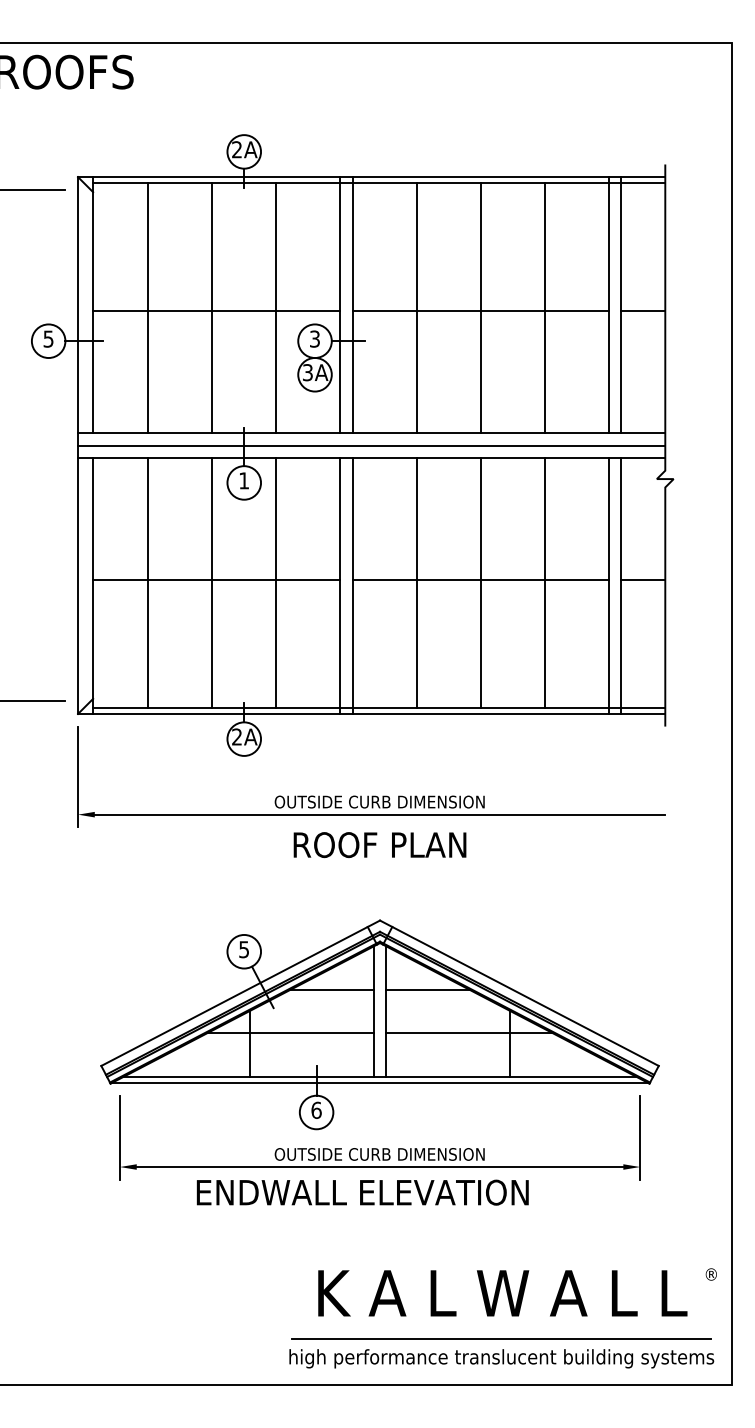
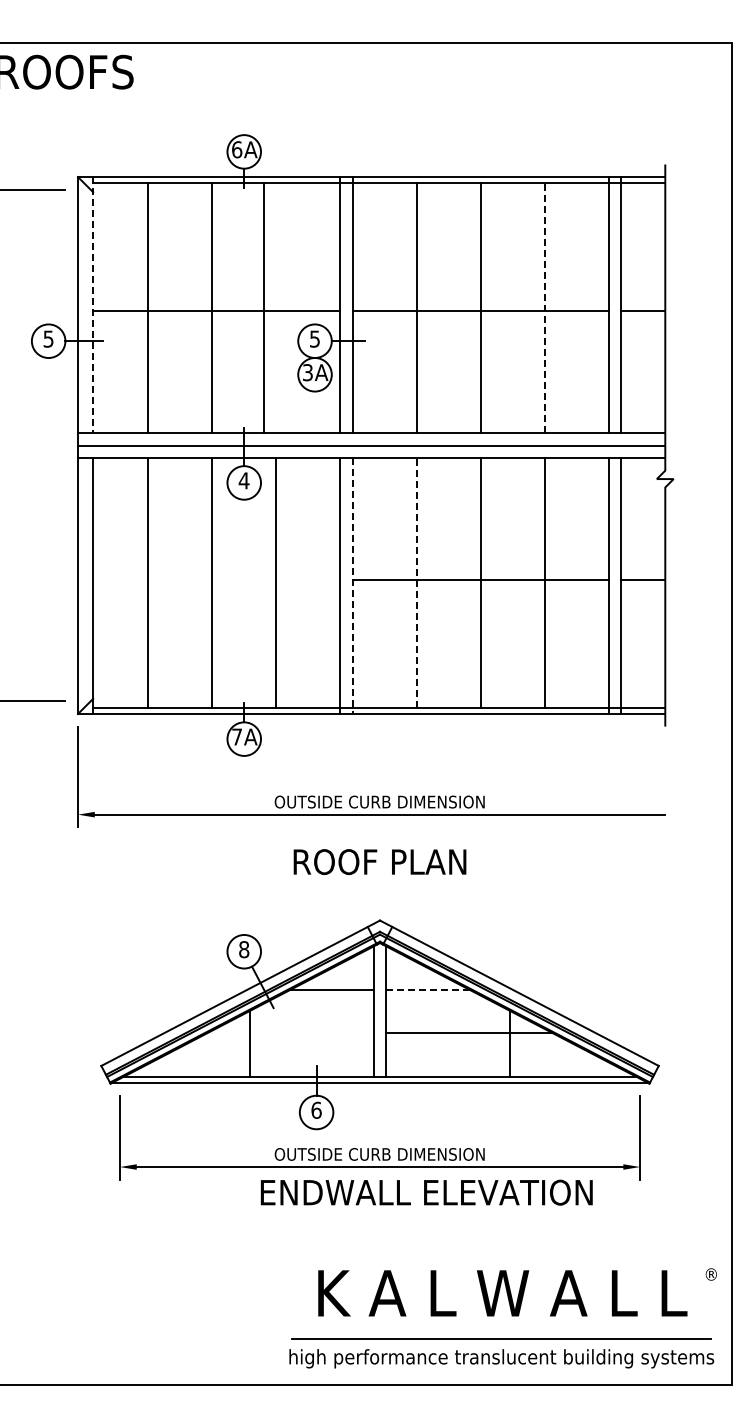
text at (237, 149): 2A -> 6A
line at (93, 305): solid -> dashed
line at (276, 307) position: (276, 307) -> (264, 307)
line at (544, 308): solid -> dashed
text at (314, 338): 3 -> 5
text at (243, 480): 1 -> 4
line at (216, 579): present -> none
line at (416, 582): solid -> dashed
line at (352, 586): solid -> dashed
text at (236, 736): 2A -> 7A
text at (379, 845) position: (379, 845) -> (379, 862)
text at (244, 949): 5 -> 8
line at (428, 989): solid -> dashed
line at (290, 1033): present -> none
text at (362, 1192) position: (362, 1192) -> (426, 1192)
